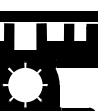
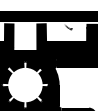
fill at (68, 32): present -> none
